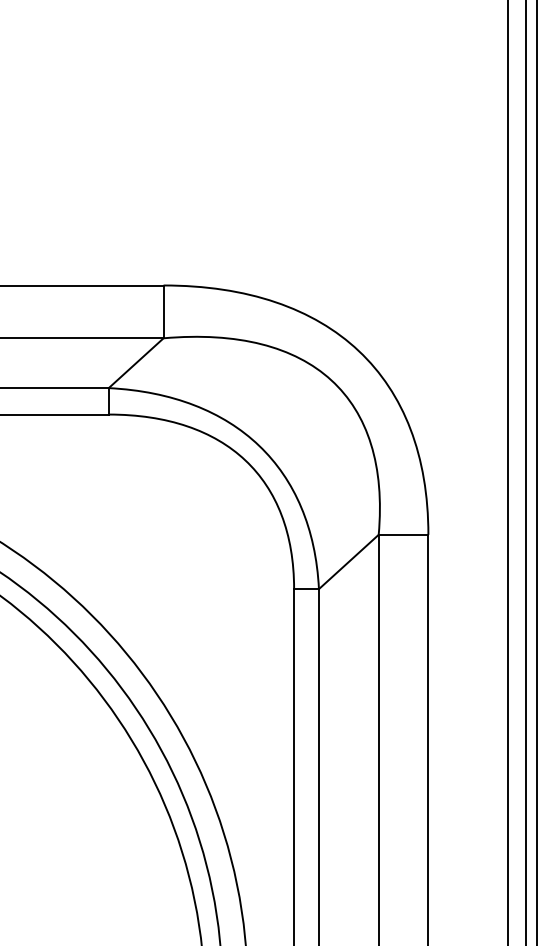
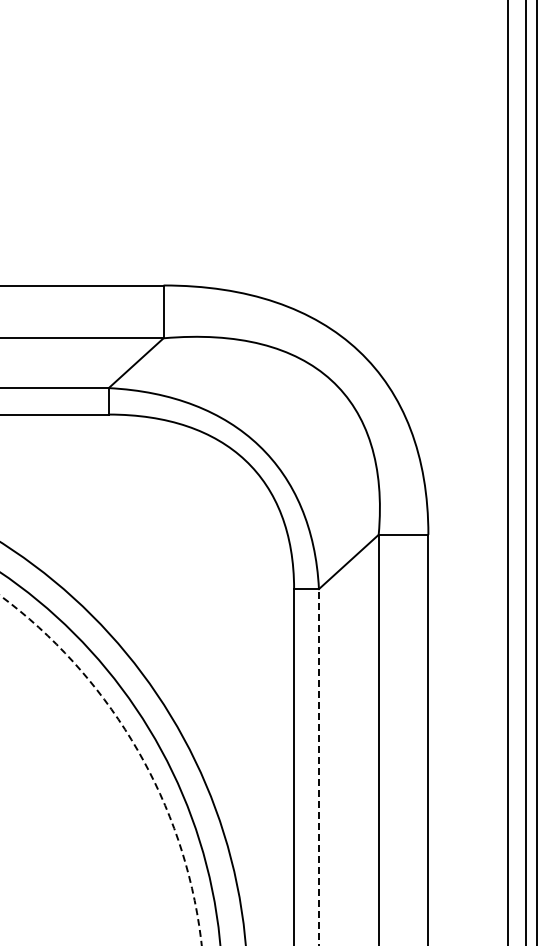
arc at (136, 748): solid -> dashed
line at (319, 767): solid -> dashed
